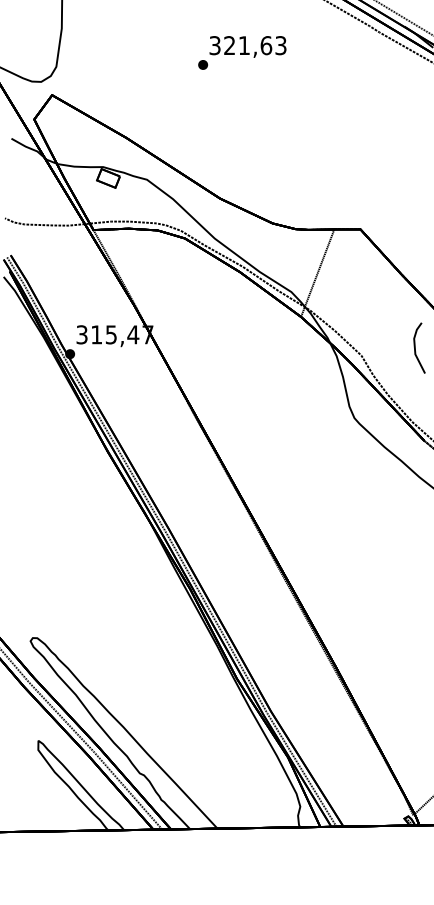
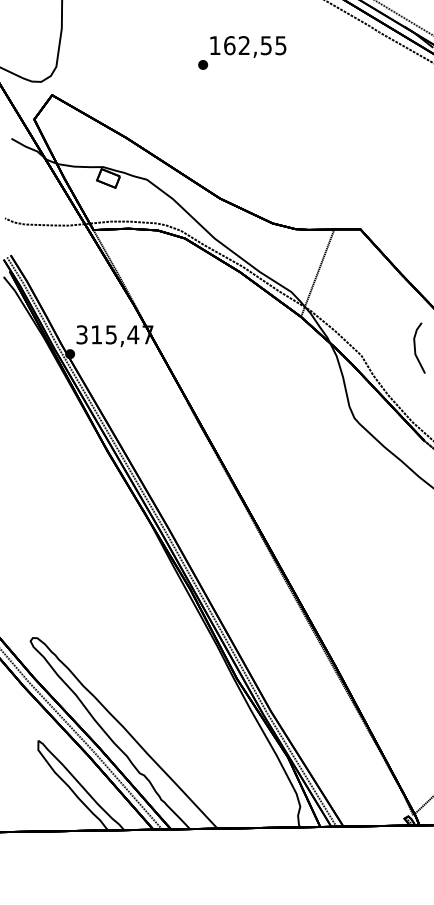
text at (247, 45): 321,63 -> 162,55
